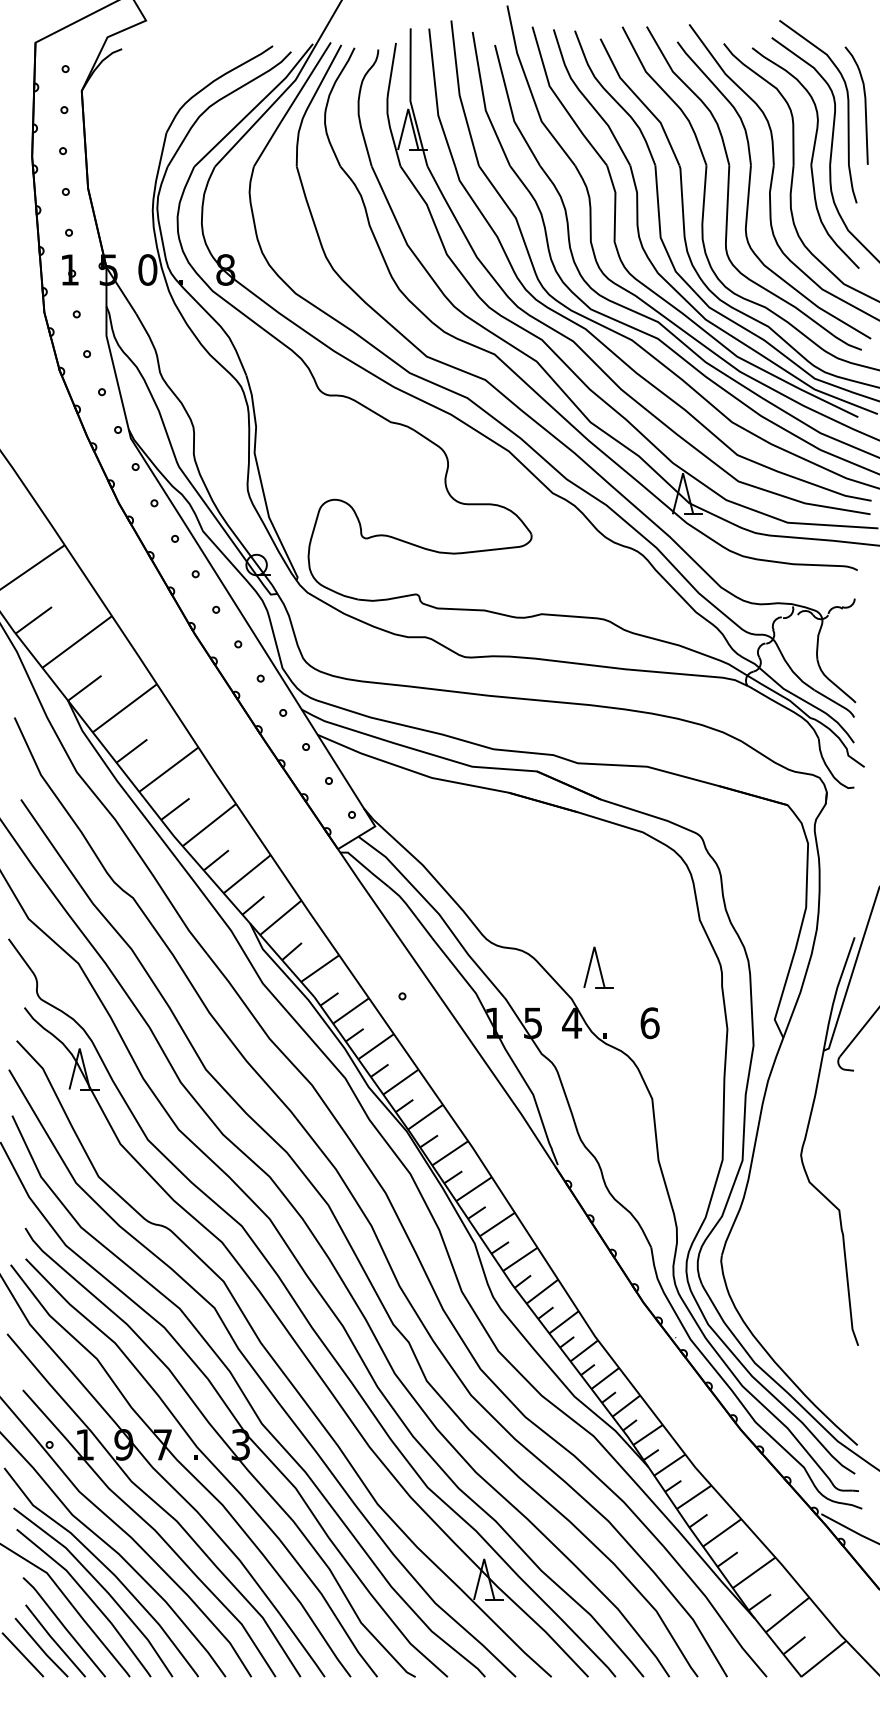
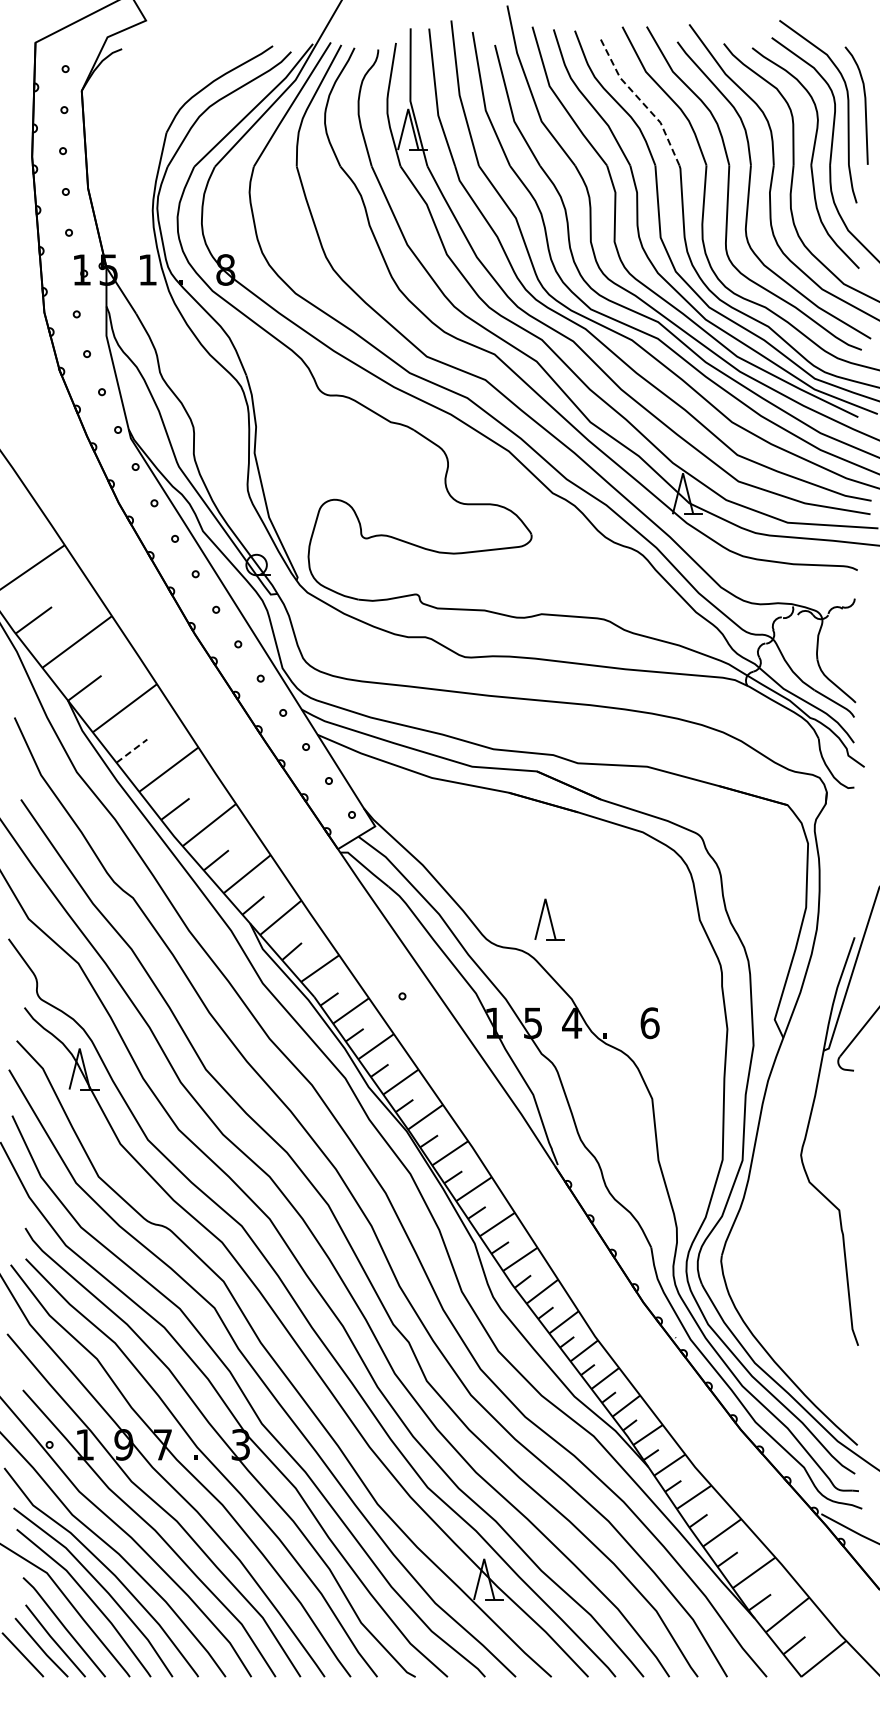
line at (641, 101): solid -> dashed
part at (70, 269) position: (70, 269) -> (82, 269)
text at (147, 269): 0 -> 1
line at (132, 750): solid -> dashed
part at (598, 967) position: (598, 967) -> (549, 919)
